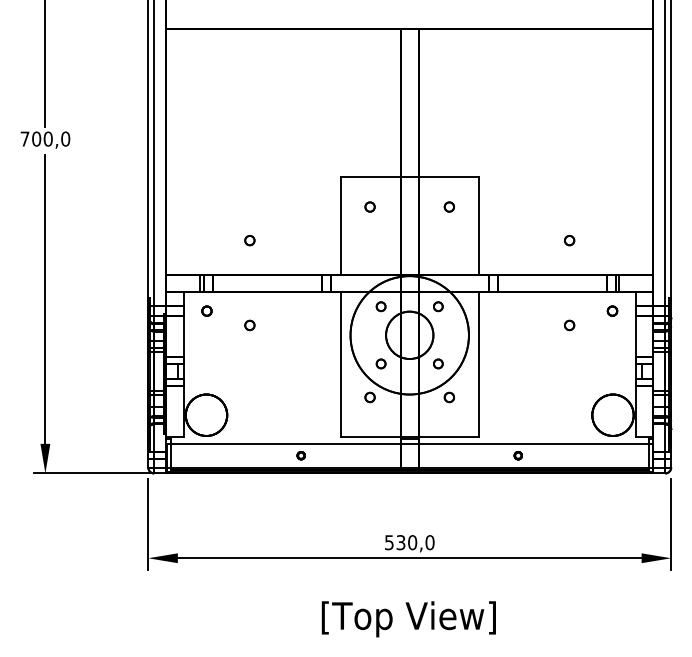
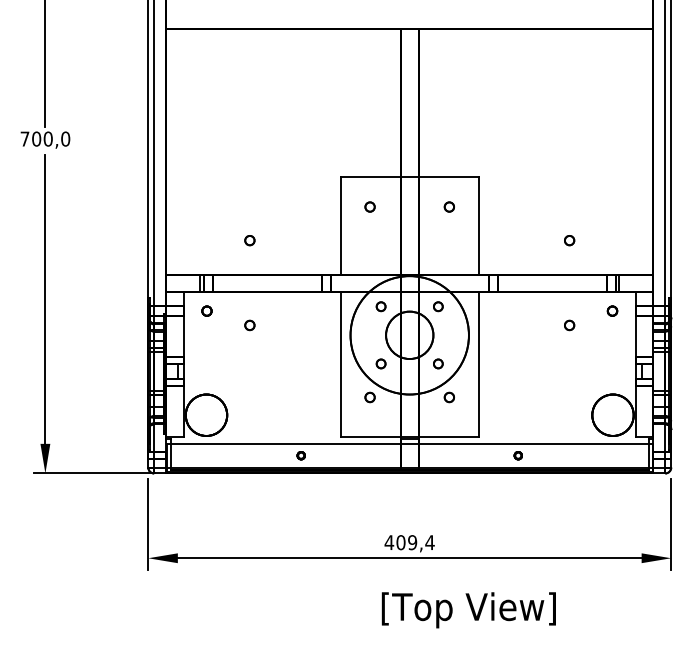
text at (409, 542): 530,0 -> 409,4
text at (408, 619) position: (408, 619) -> (468, 610)
